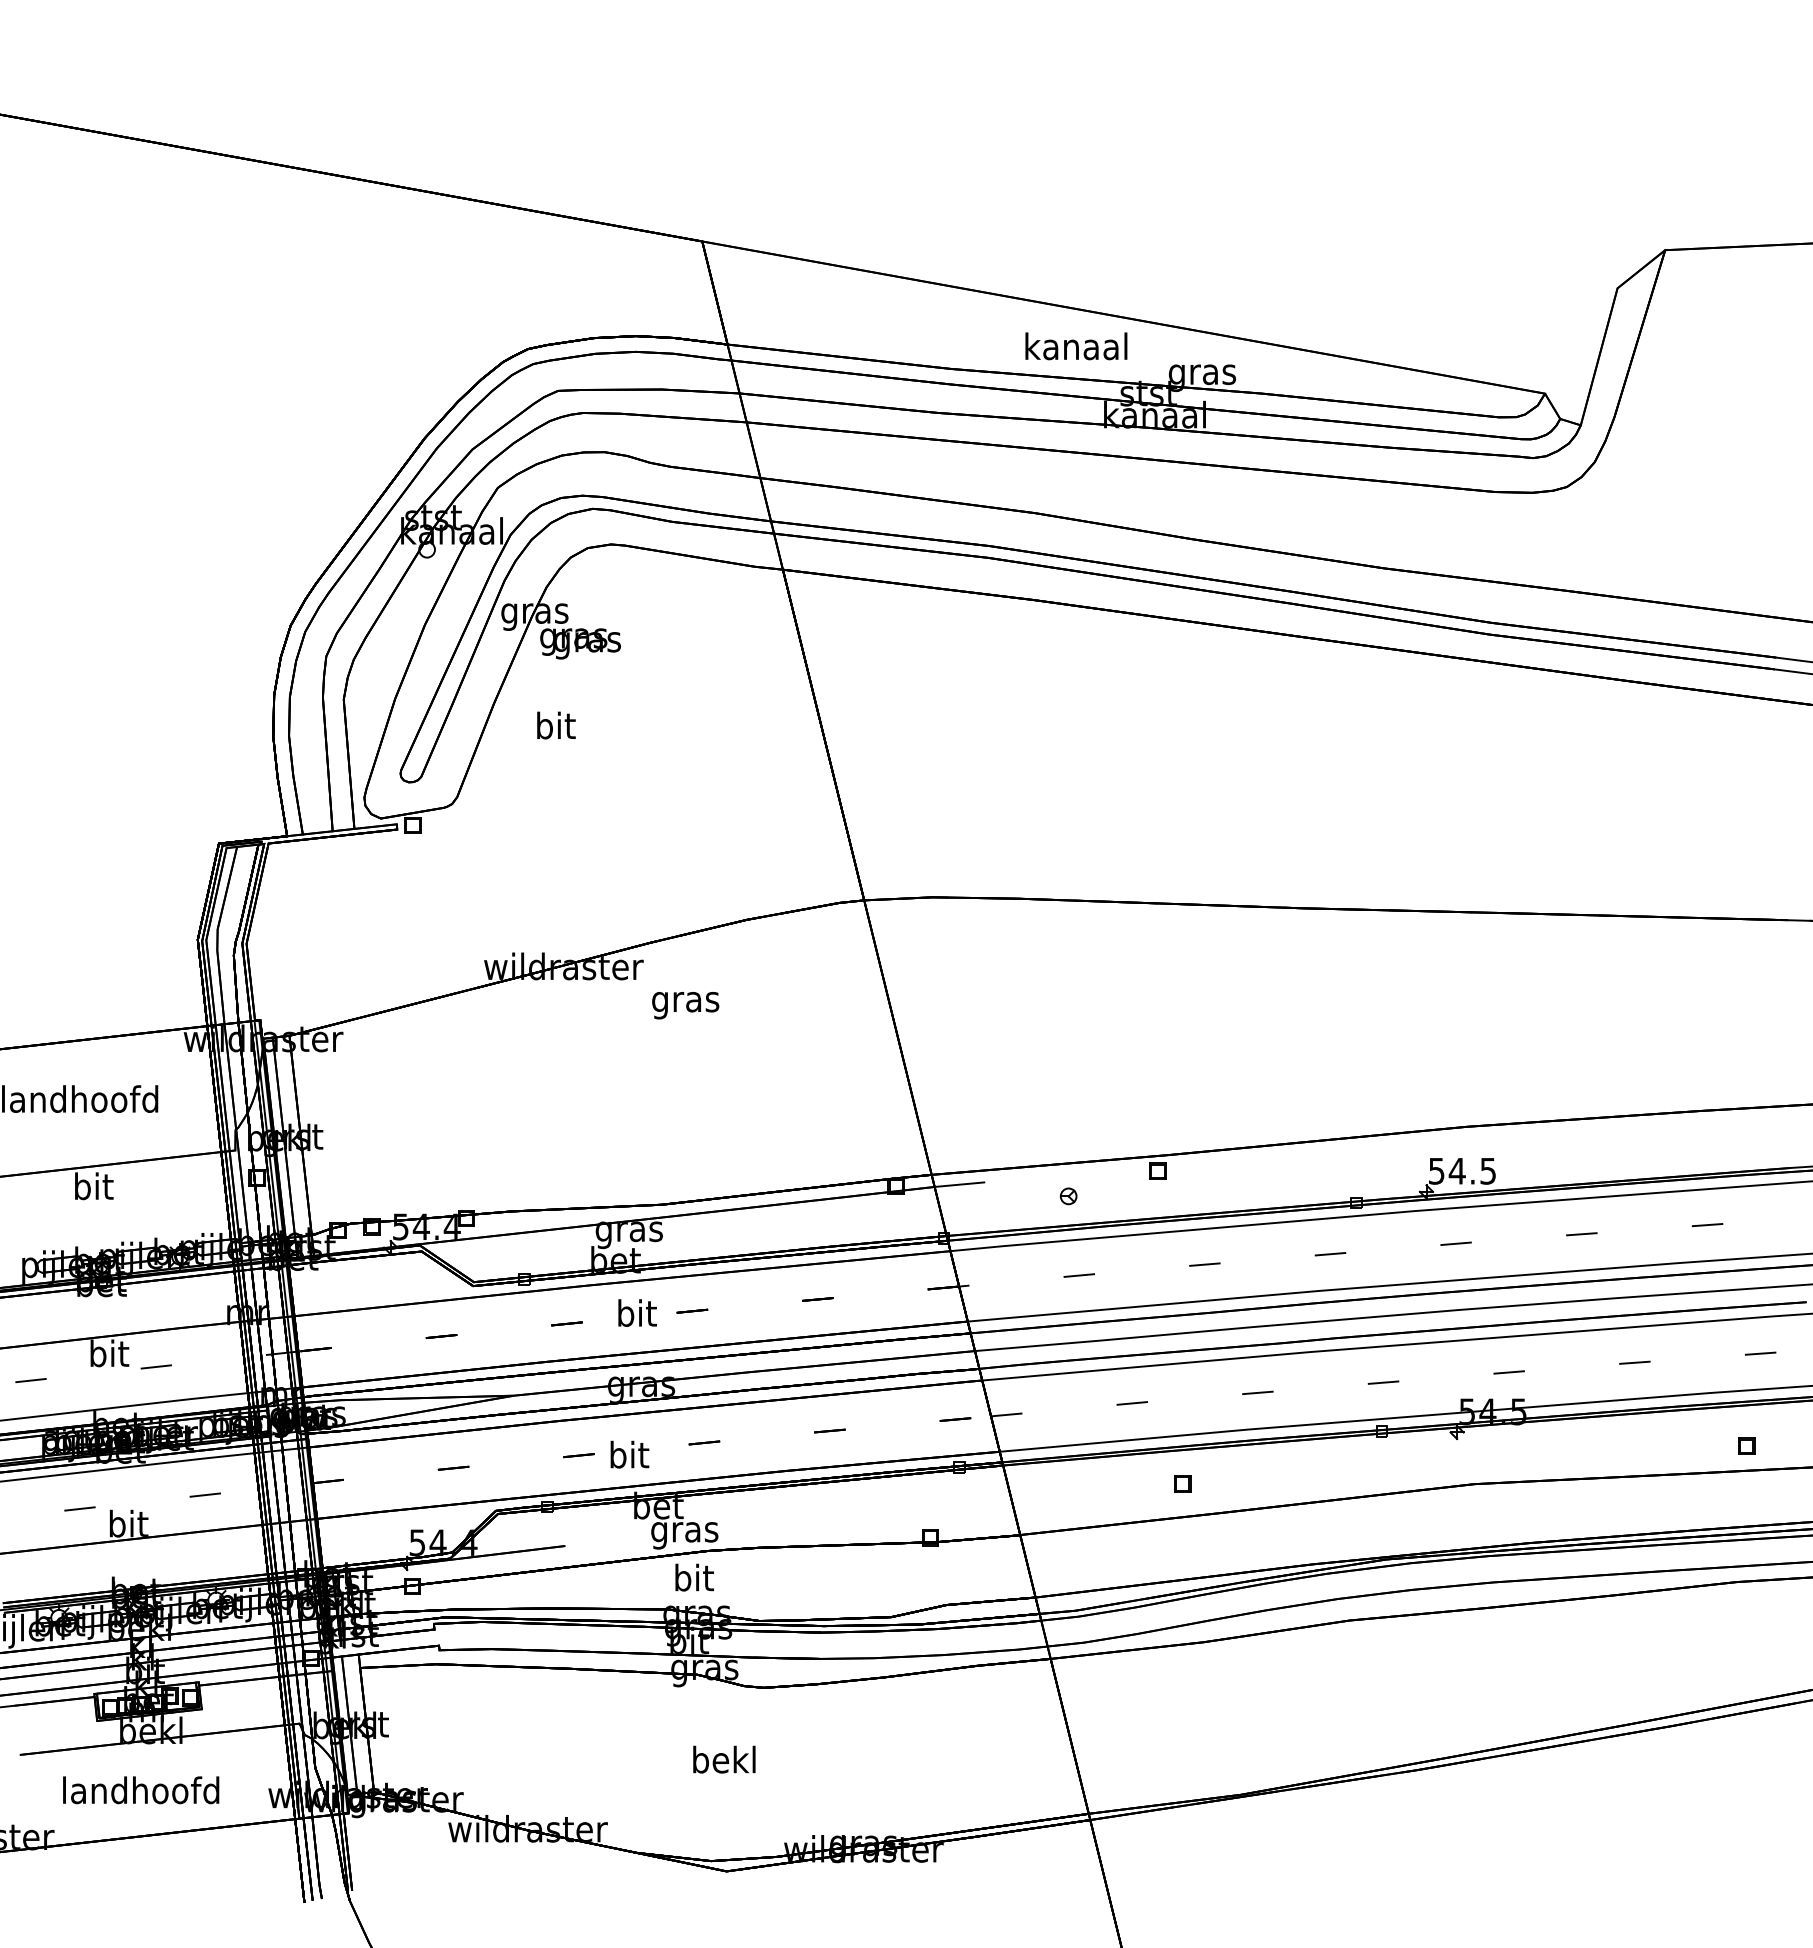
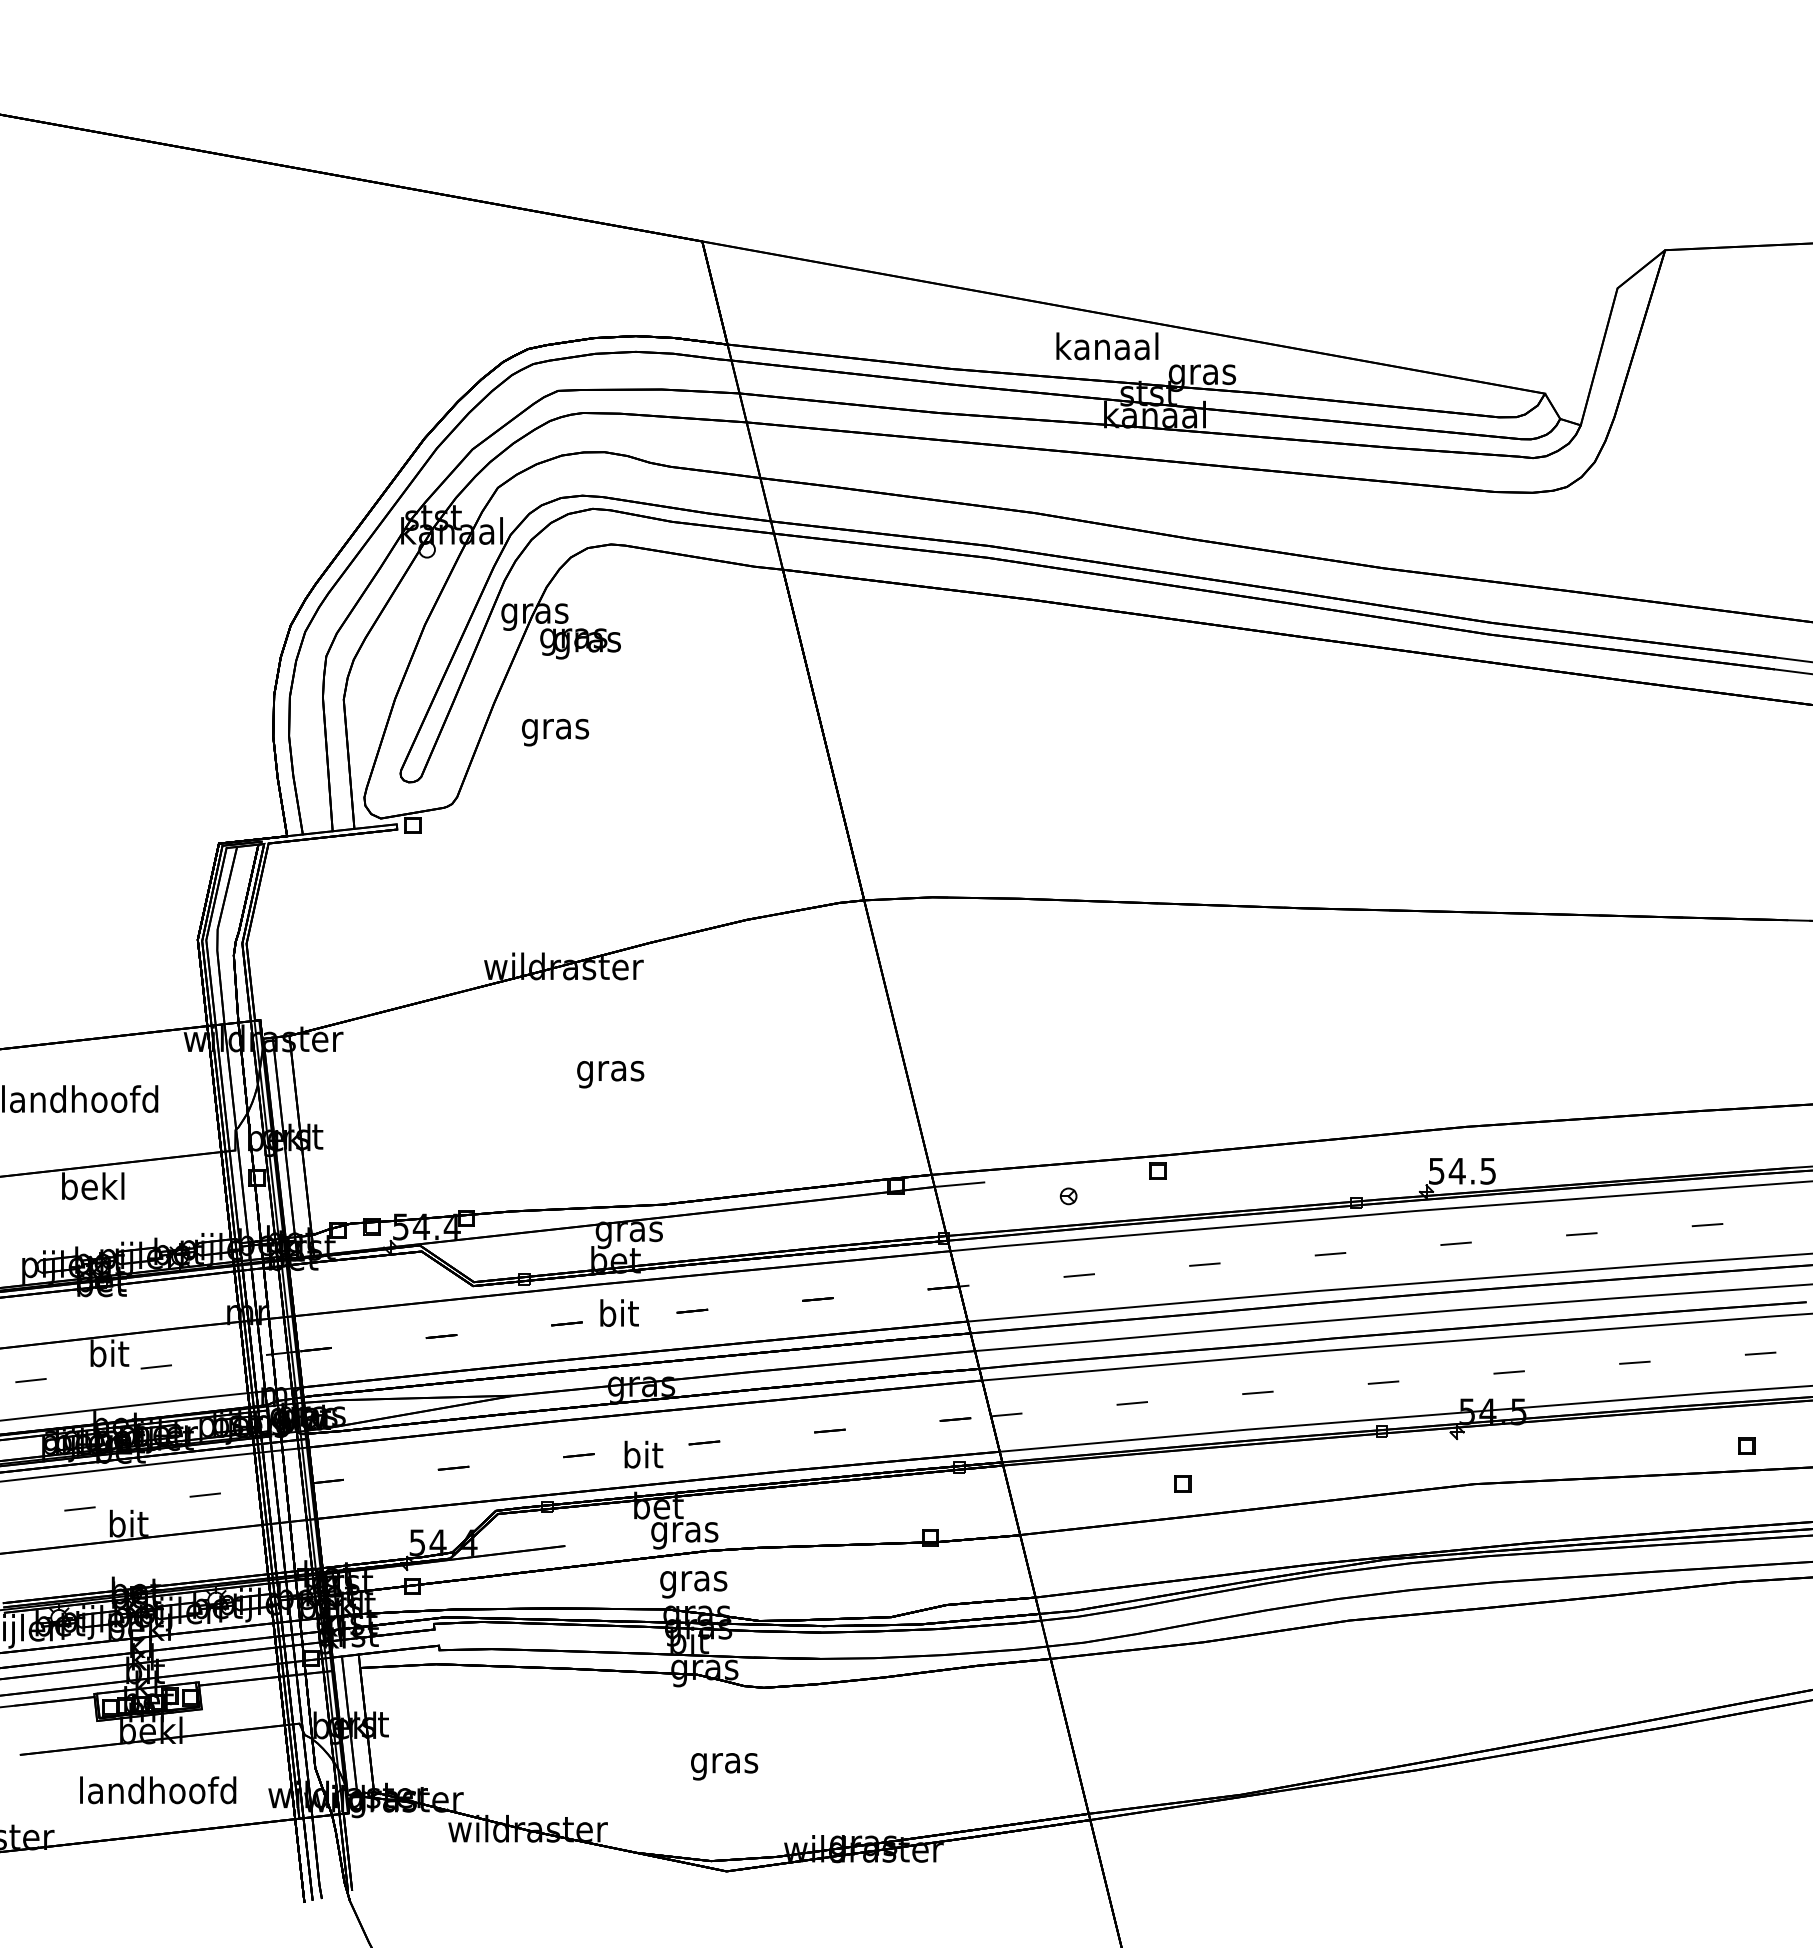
text at (1076, 346) position: (1076, 346) -> (1107, 346)
text at (555, 728): bit -> gras
text at (685, 1005) position: (685, 1005) -> (610, 1074)
text at (93, 1186): bit -> bekl
text at (637, 1312) position: (637, 1312) -> (619, 1312)
text at (629, 1454) position: (629, 1454) -> (643, 1454)
text at (693, 1580): bit -> gras
text at (724, 1762): bekl -> gras
text at (141, 1790) position: (141, 1790) -> (158, 1790)
